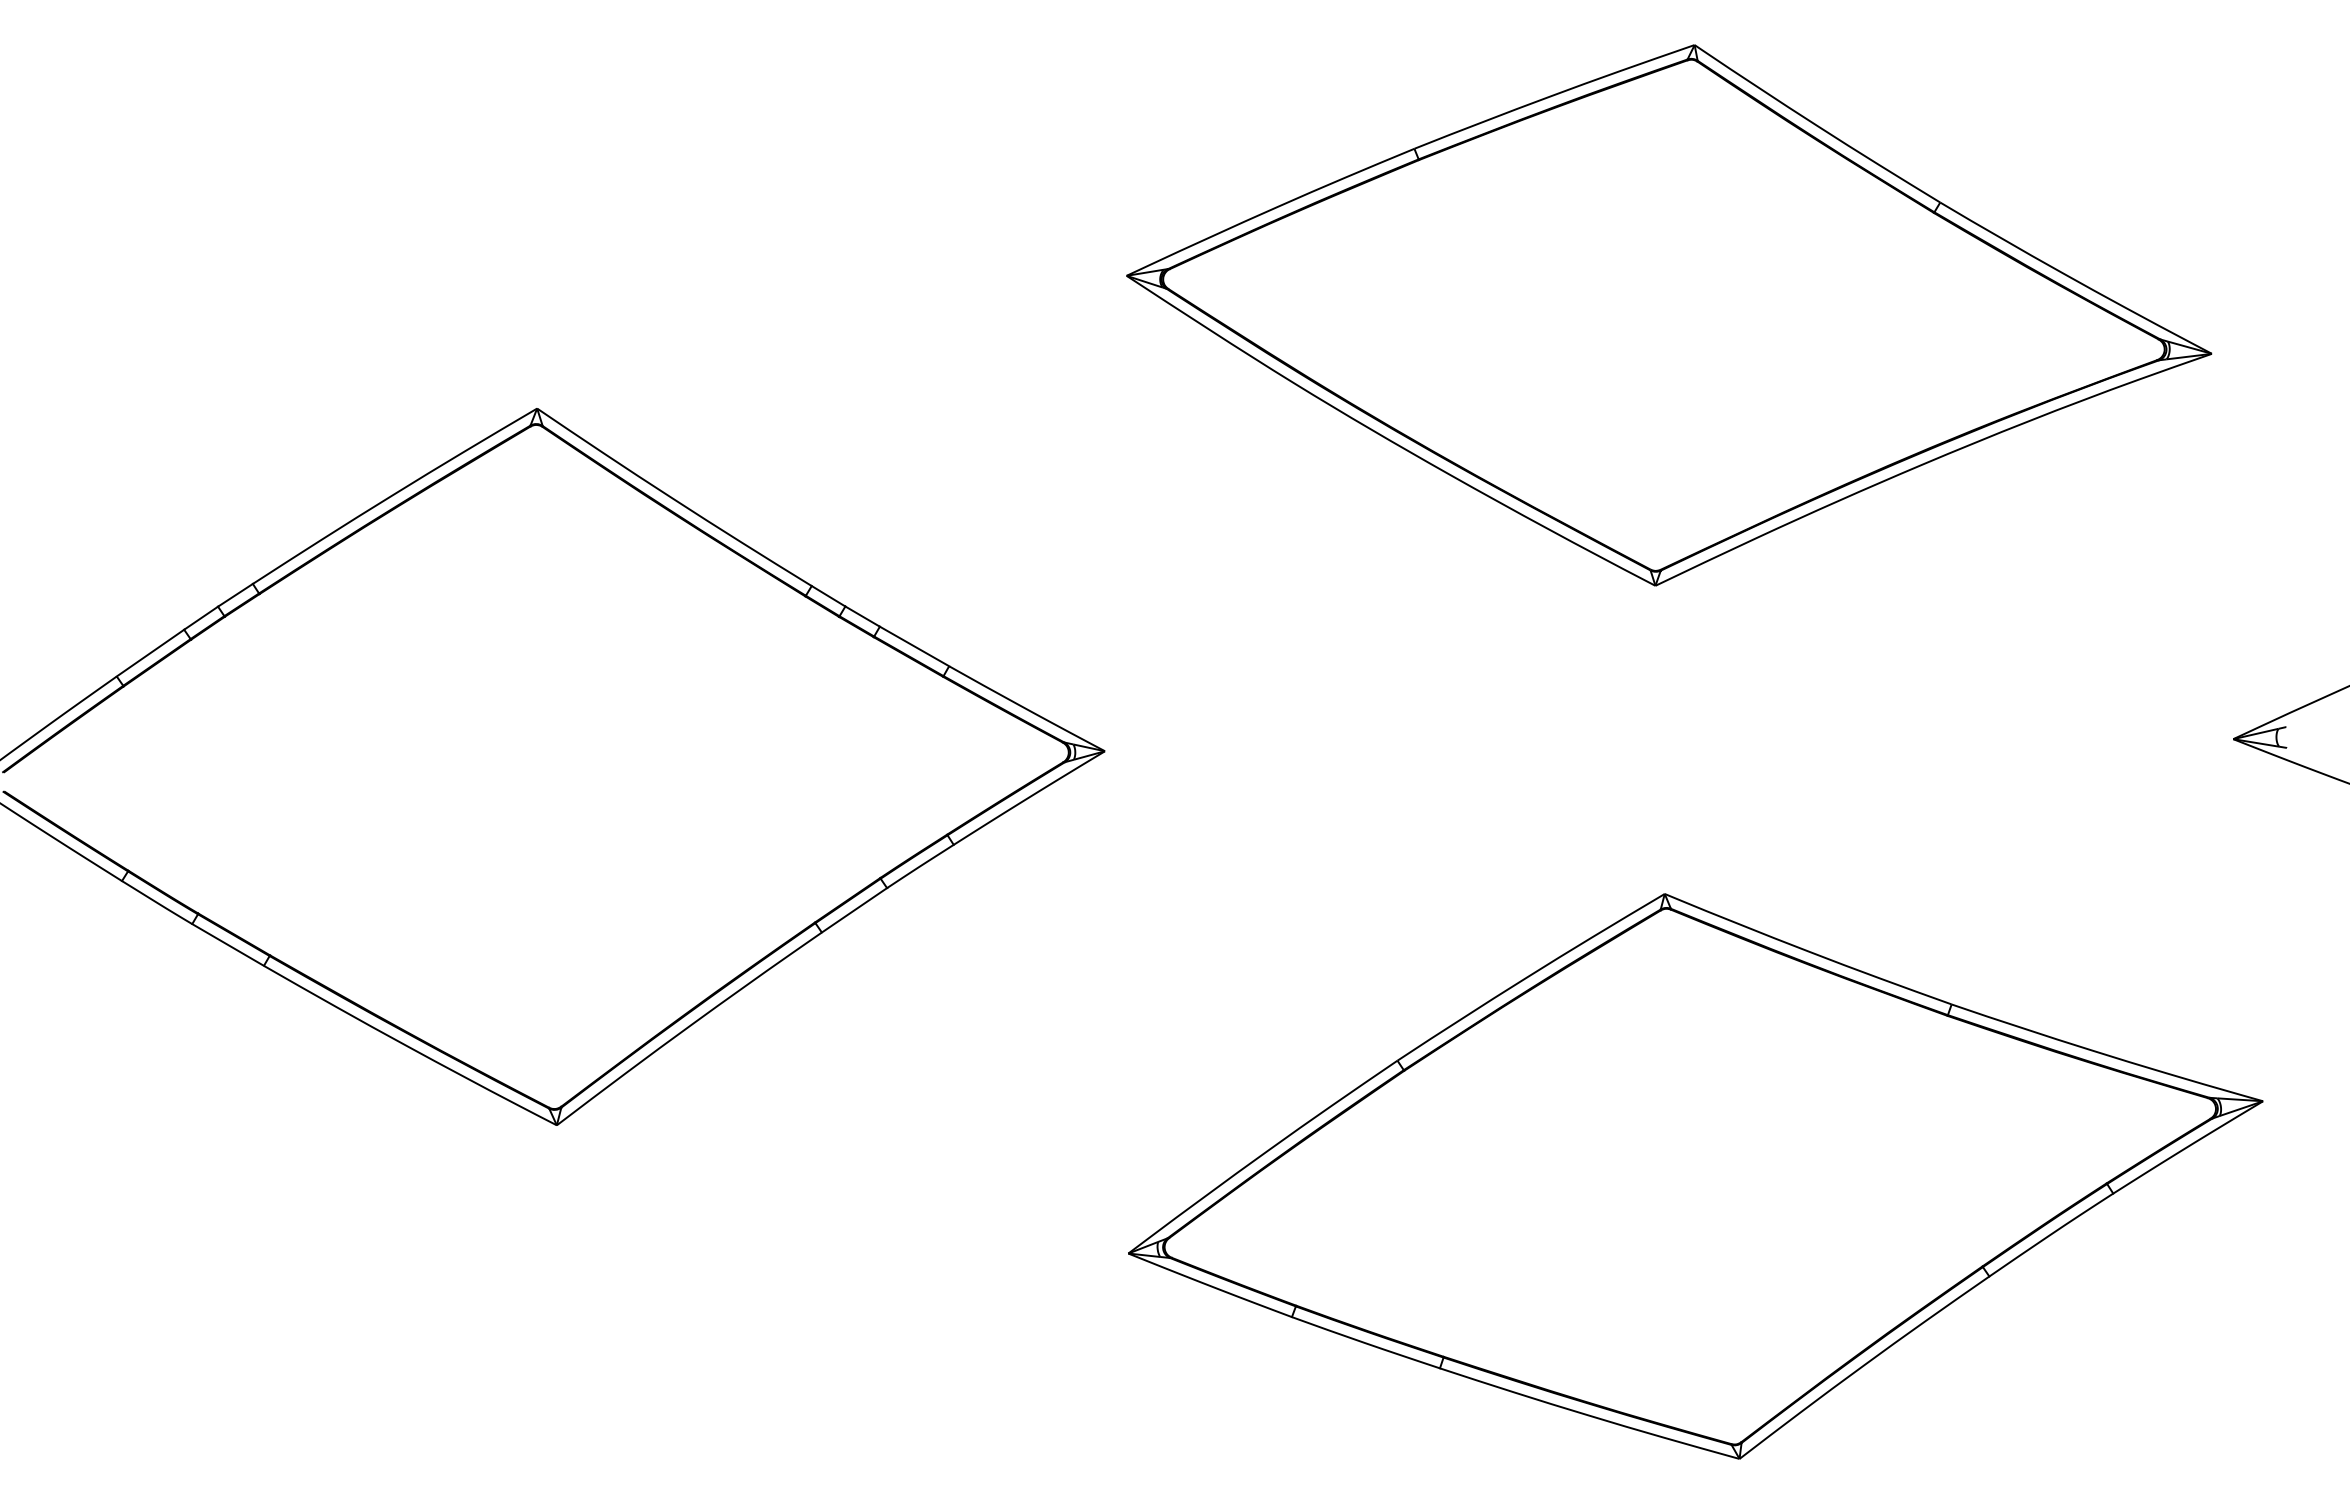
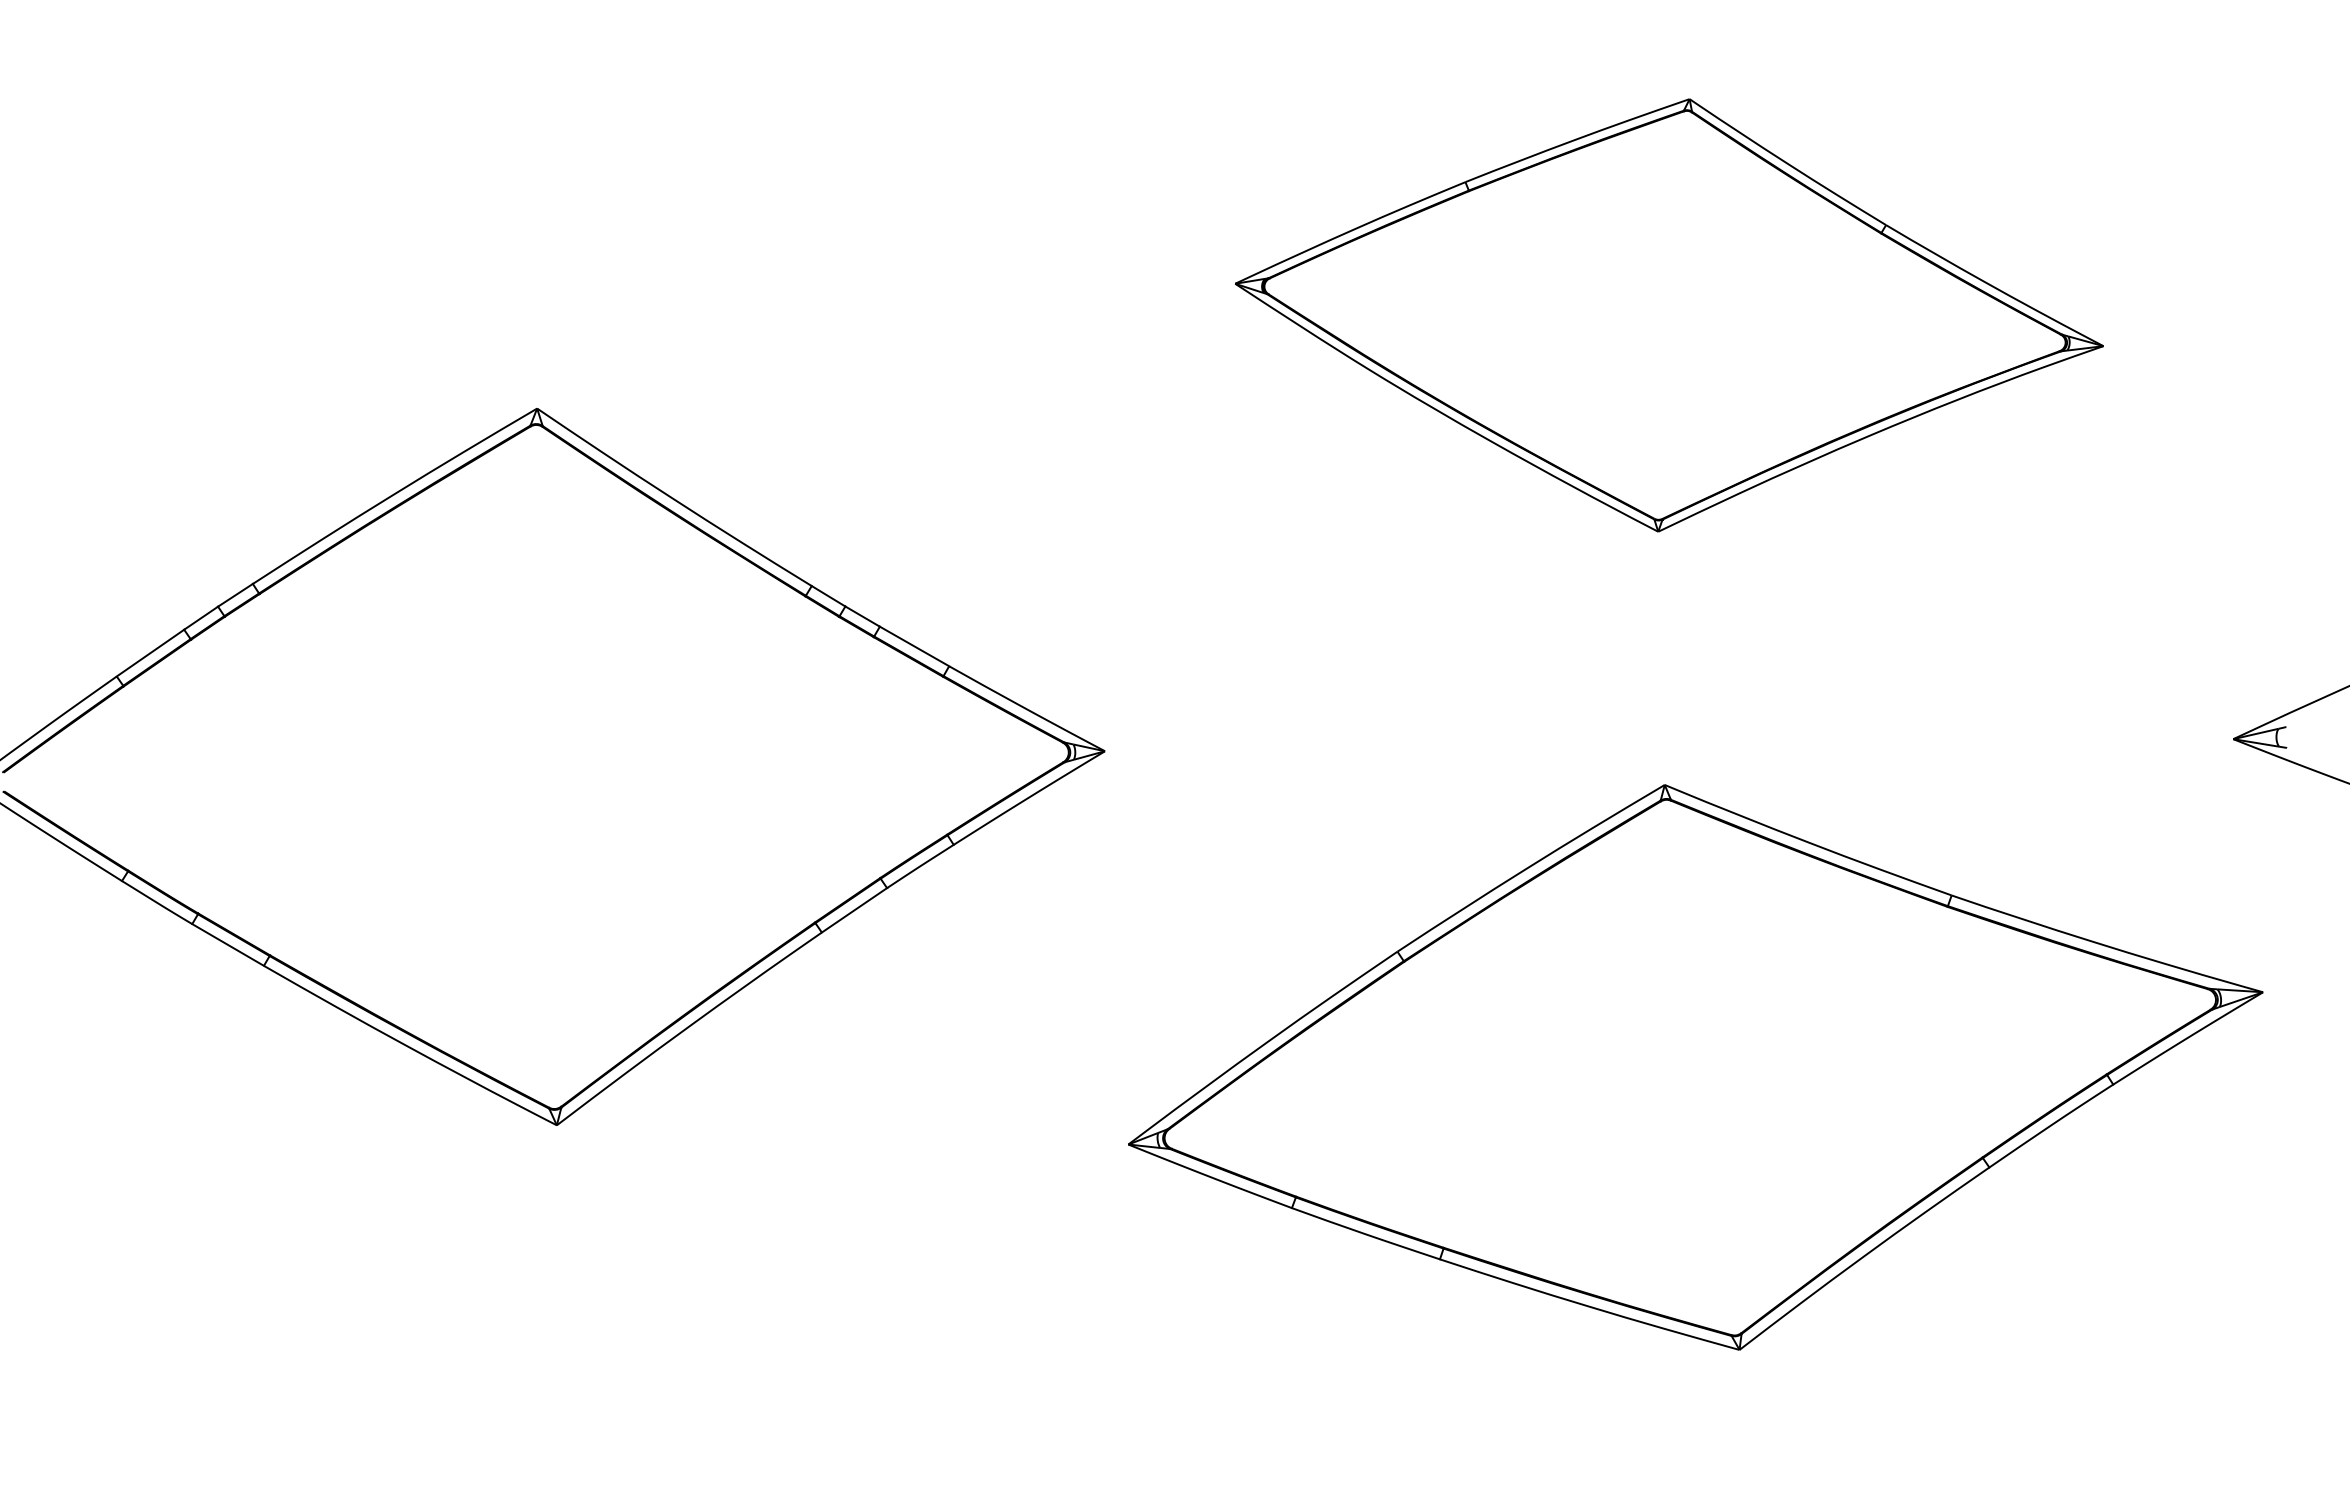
part at (1669, 315) size: 1087x543 px -> 869x435 px
part at (1695, 1176) position: (1695, 1176) -> (1695, 1067)
